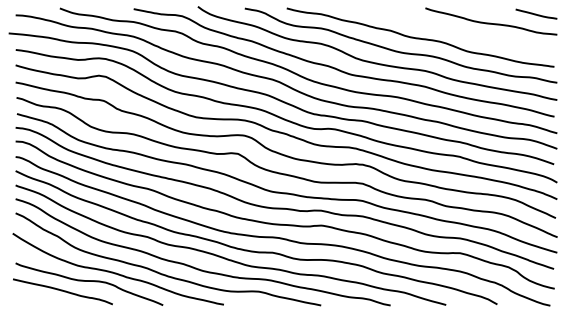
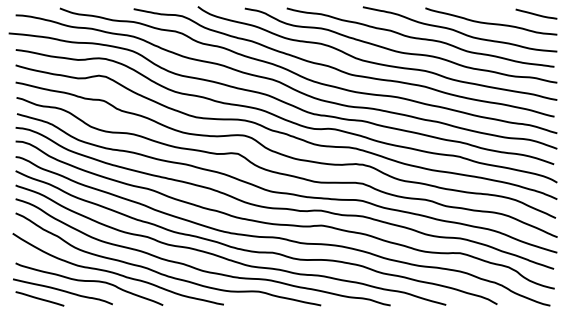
curve at (459, 31): none -> present
line at (39, 298): none -> present
